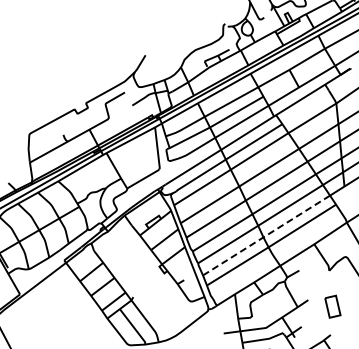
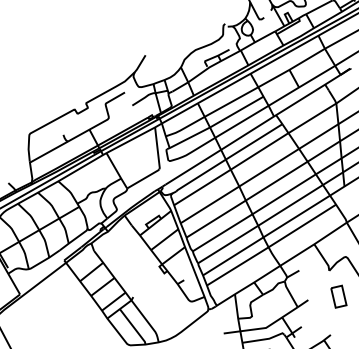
line at (266, 235): dashed -> solid
part at (332, 306) position: (332, 306) -> (338, 296)
